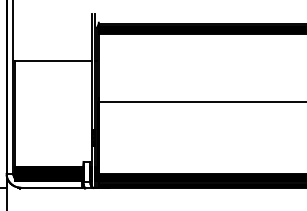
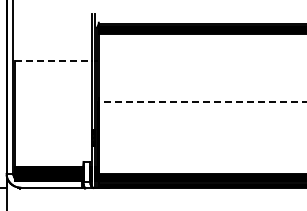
line at (54, 61): solid -> dashed
line at (202, 102): solid -> dashed
